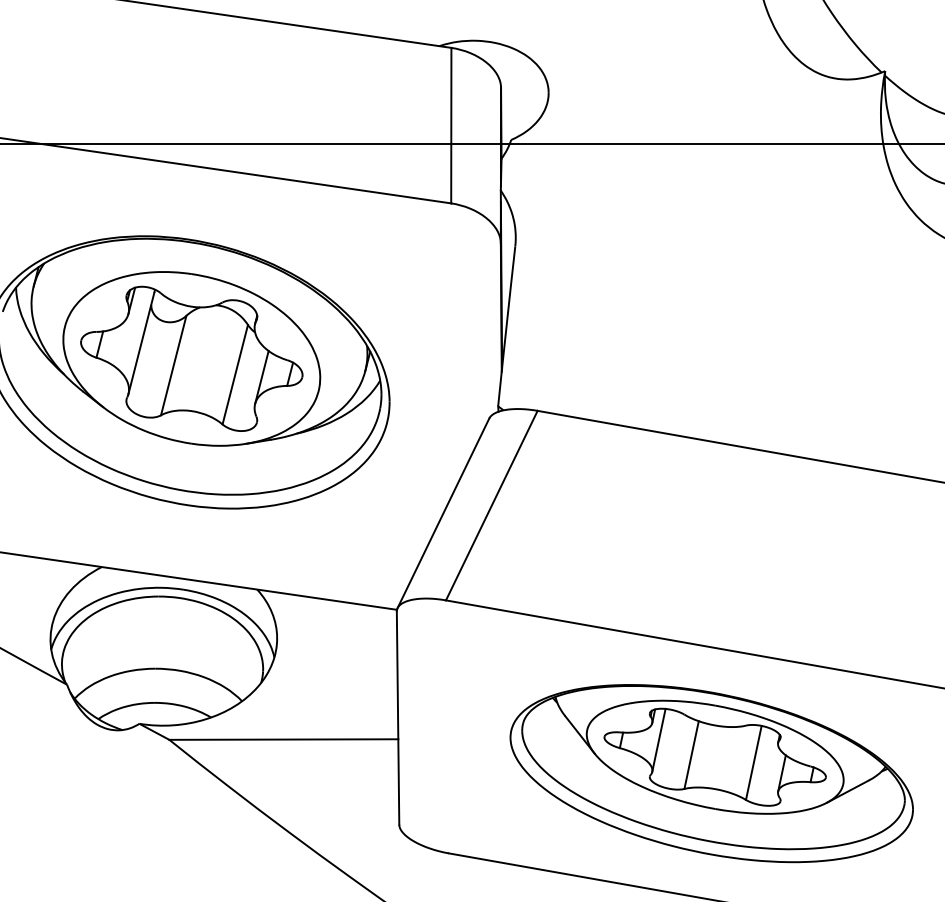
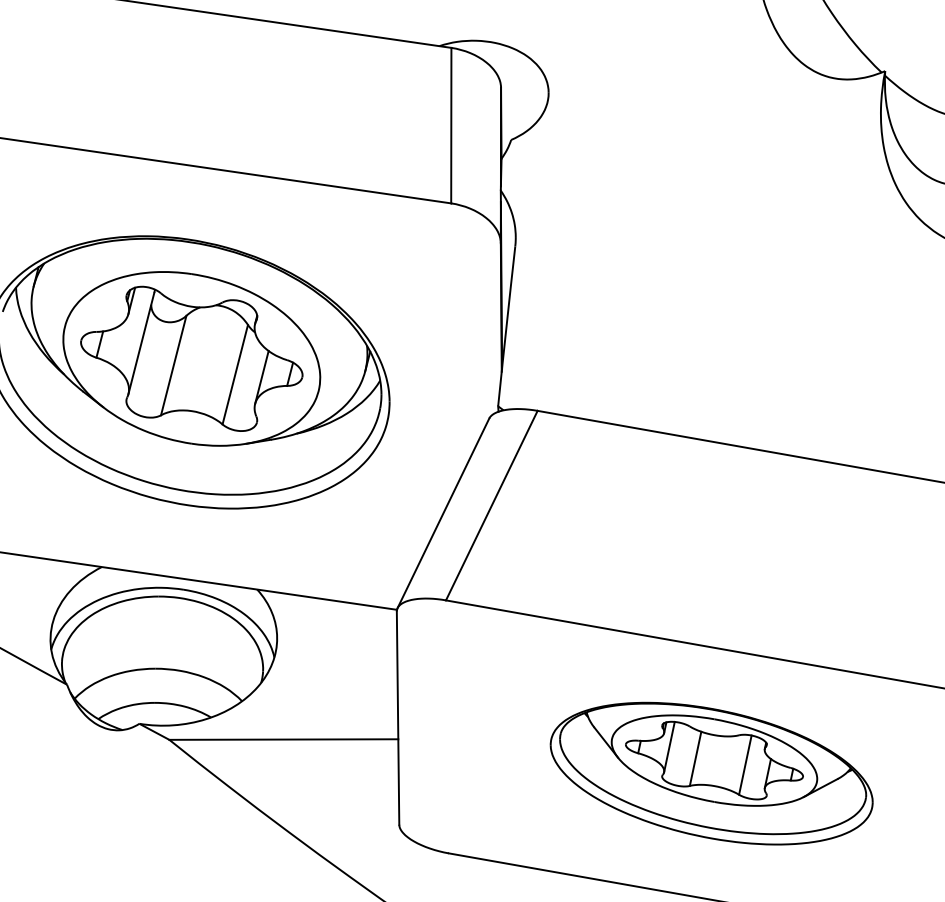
line at (471, 144): present -> none
part at (711, 773) size: 405x180 px -> 325x145 px
